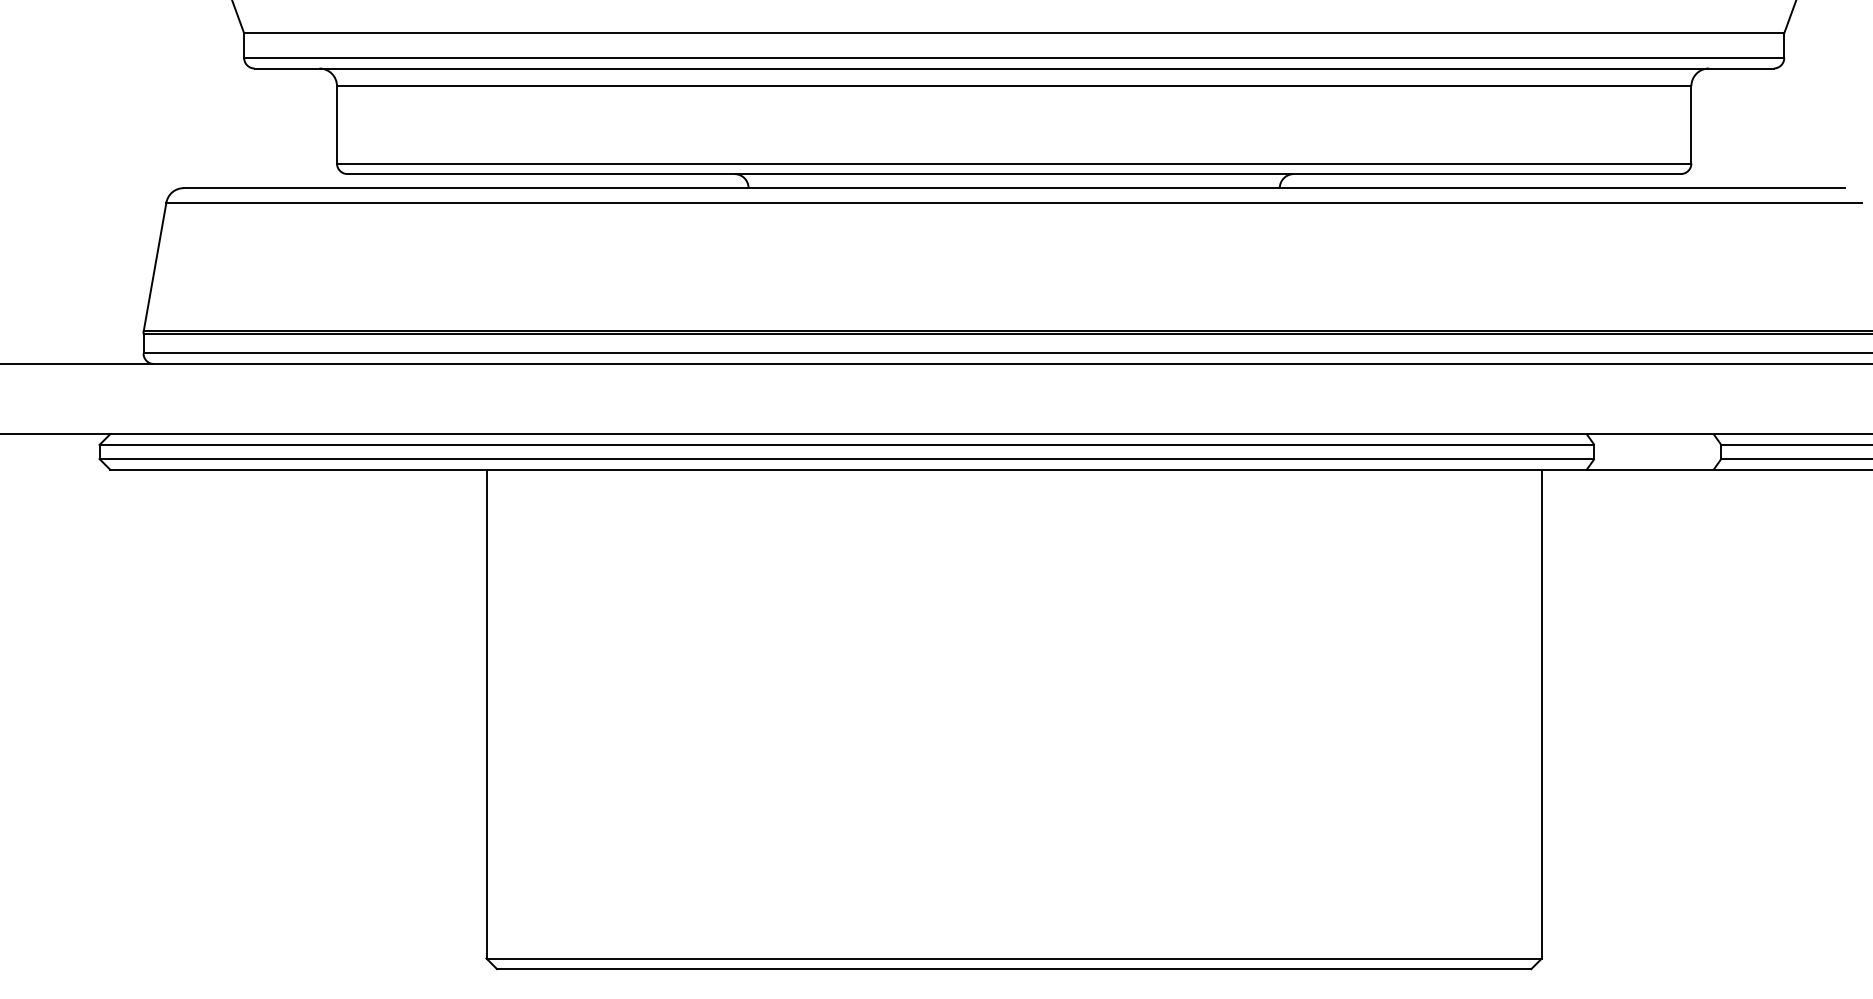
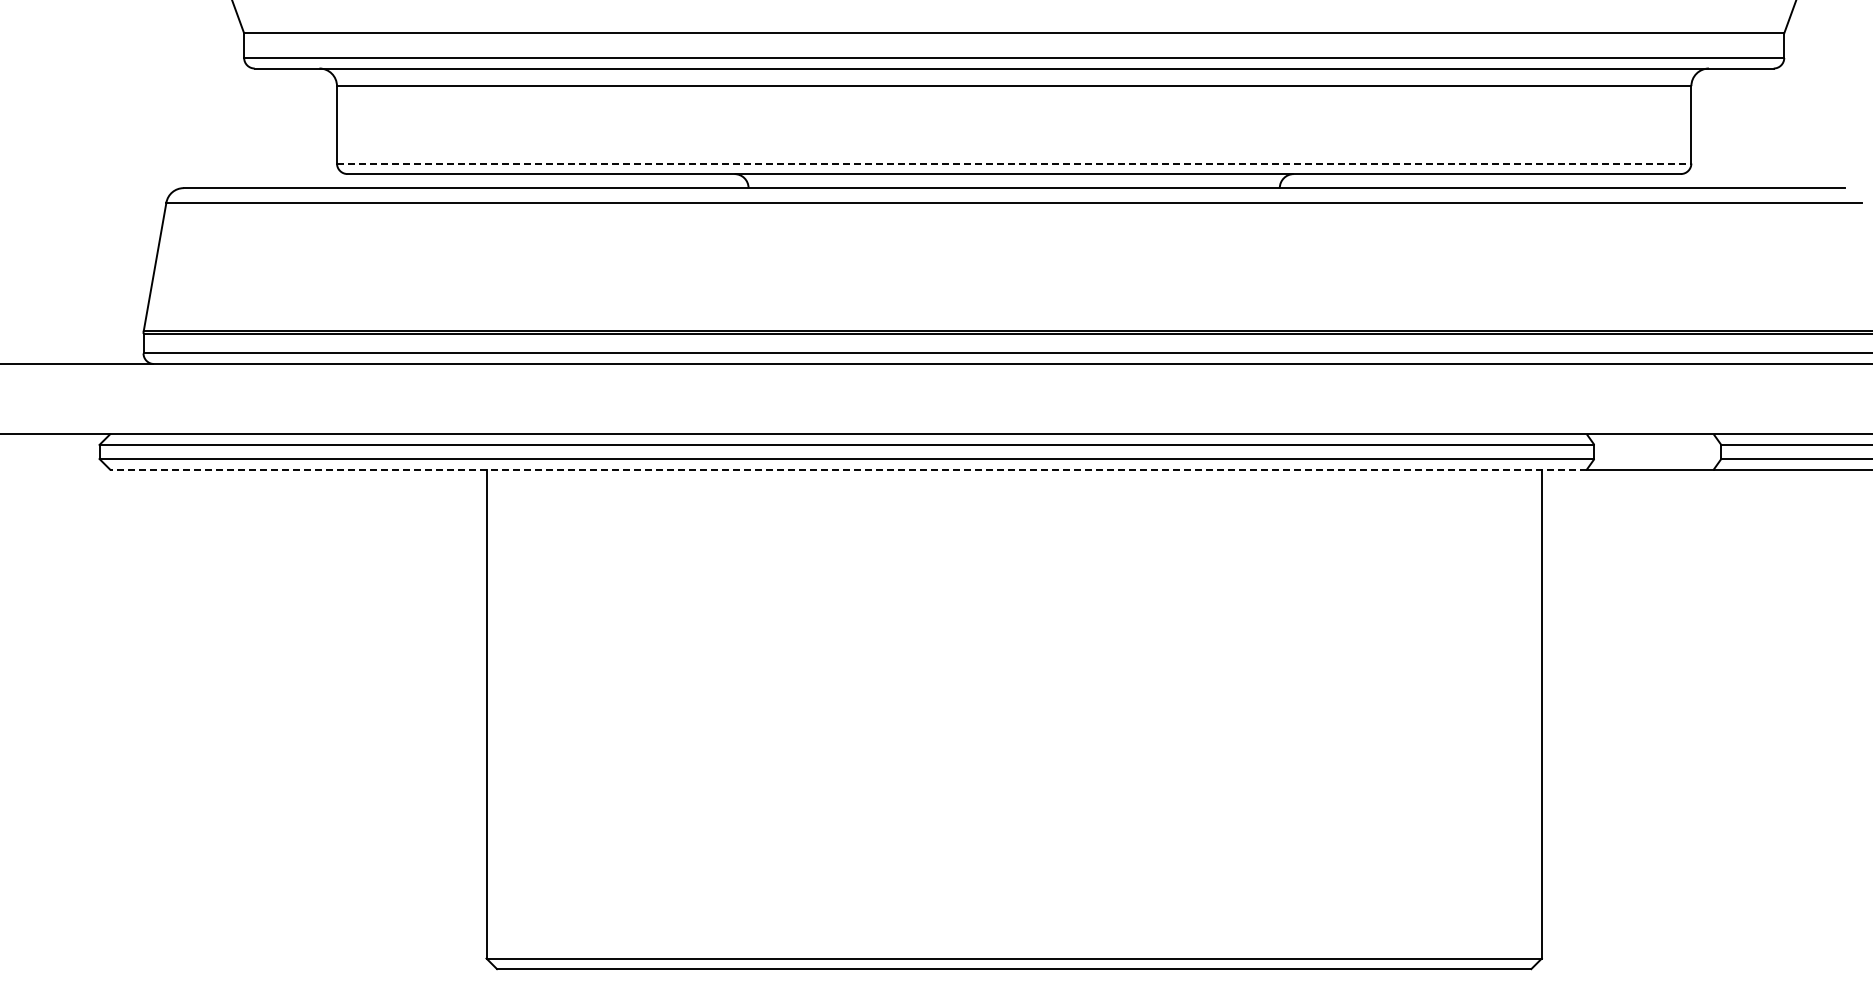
line at (1014, 163): solid -> dashed
line at (848, 469): solid -> dashed
